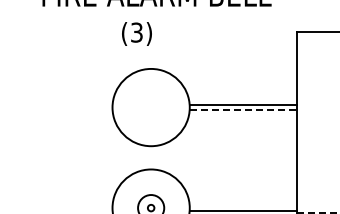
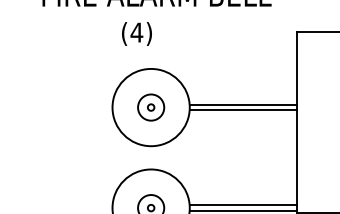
text at (136, 32): (3) -> (4)
part at (151, 107): none -> present
line at (243, 110): dashed -> solid
line at (243, 205): none -> present
line at (318, 213): dashed -> solid
